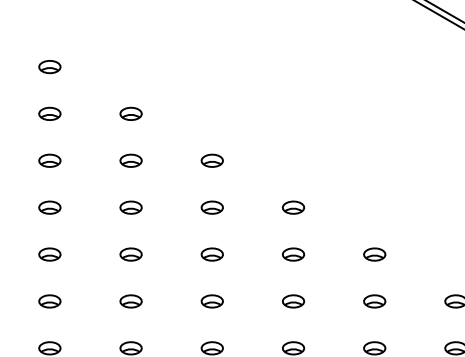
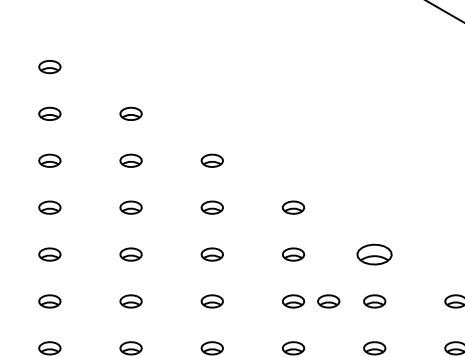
line at (438, 15): present -> none
part at (374, 254) size: 24x15 px -> 37x23 px
part at (328, 301): none -> present
